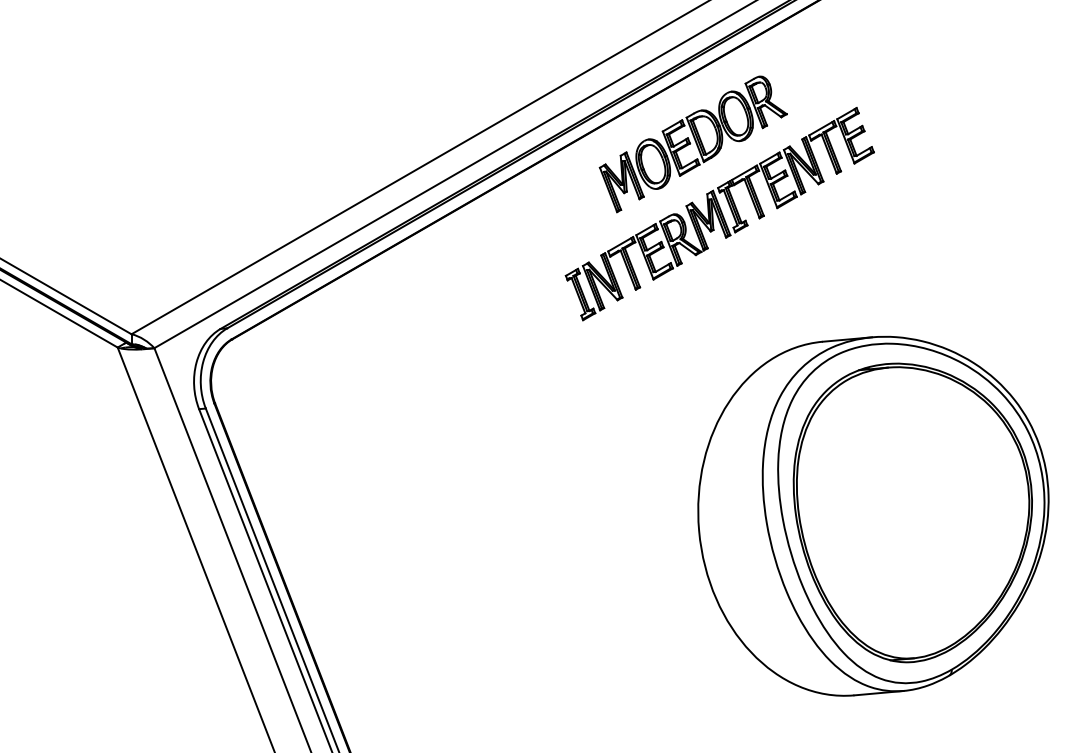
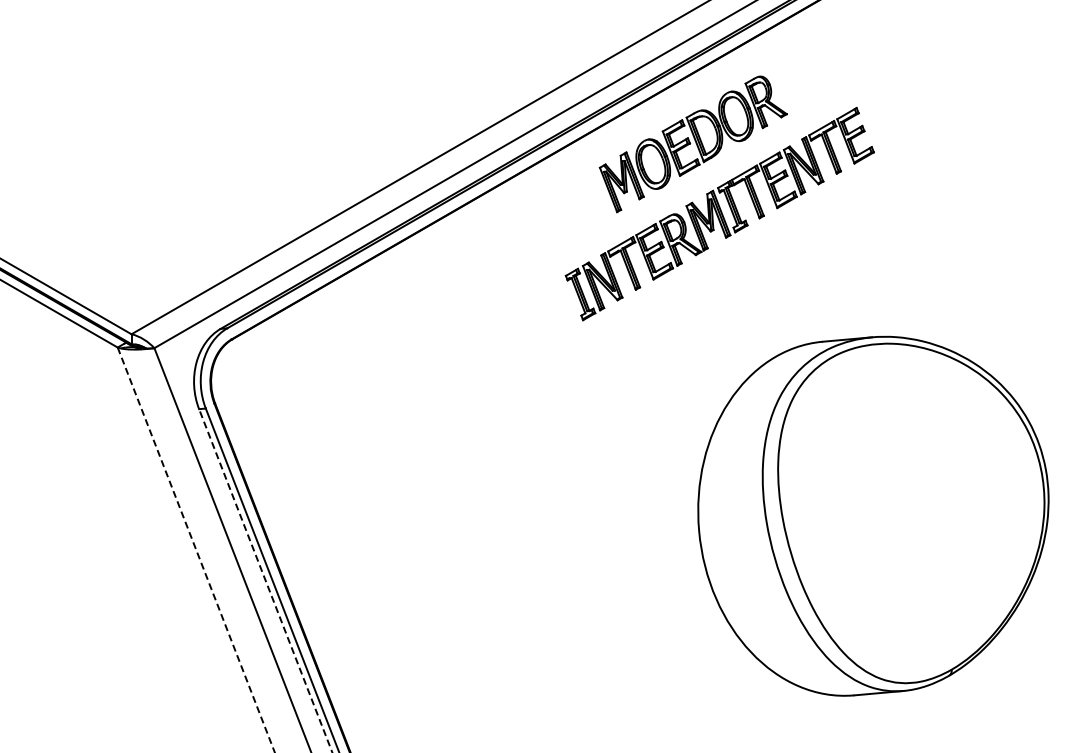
part at (912, 512): present -> none
line at (196, 550): solid -> dashed
line at (265, 580): solid -> dashed
